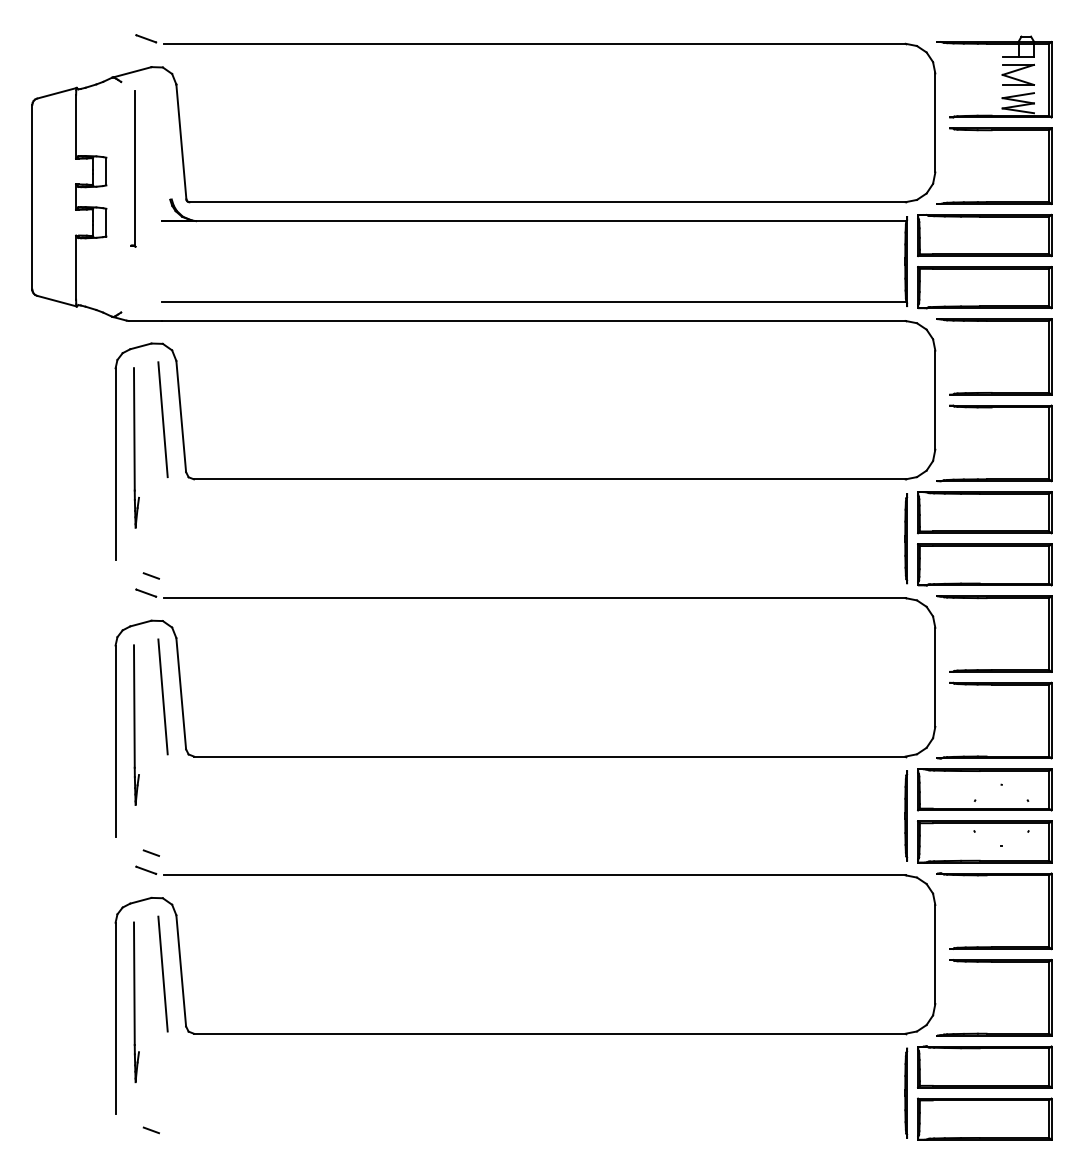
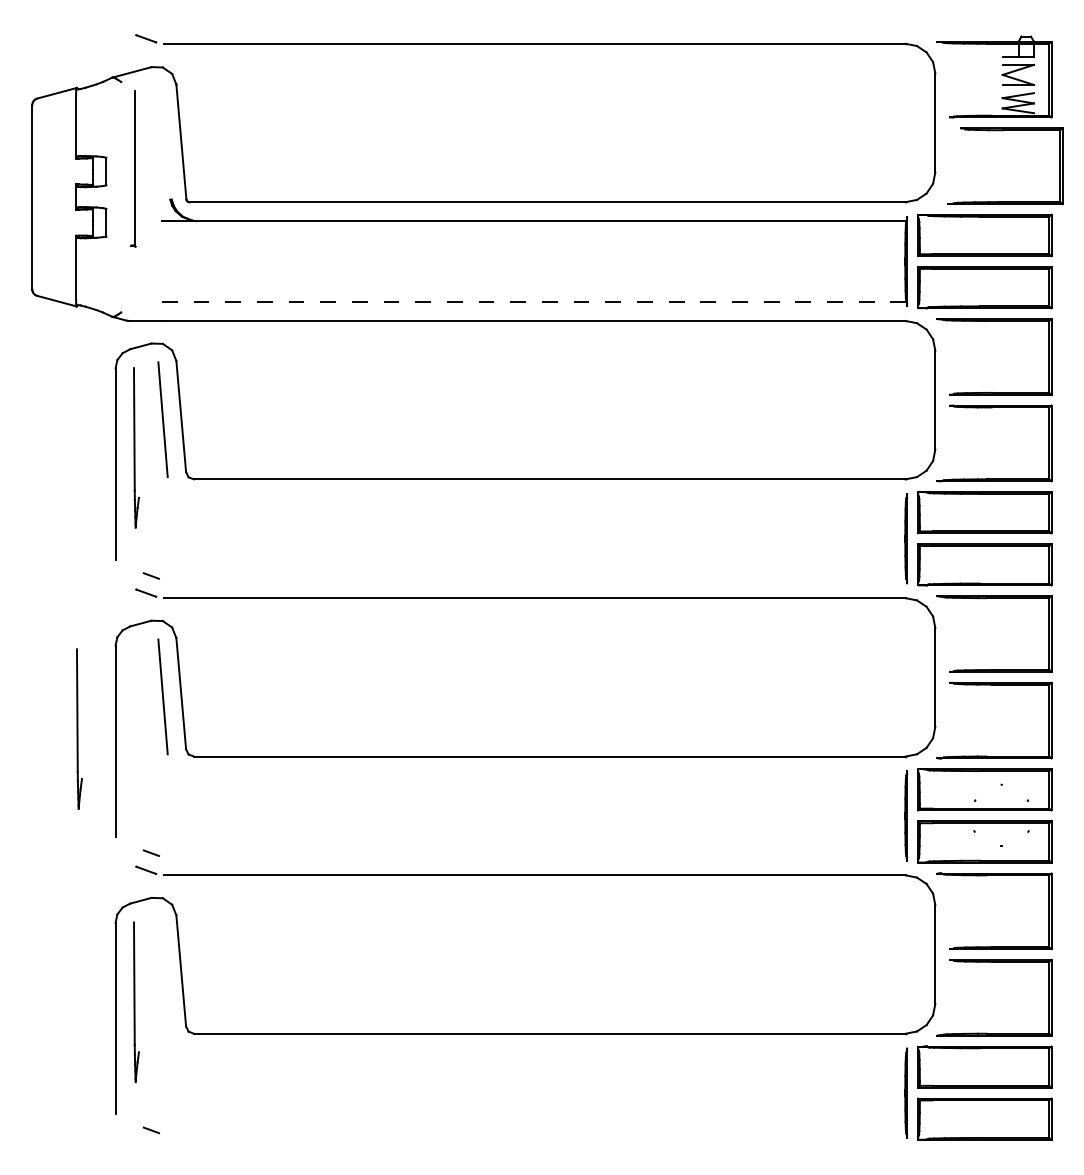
part at (992, 131) position: (992, 131) -> (1003, 131)
line at (534, 301): solid -> dashed
part at (136, 724) position: (136, 724) -> (79, 728)
line at (162, 973): present -> none
